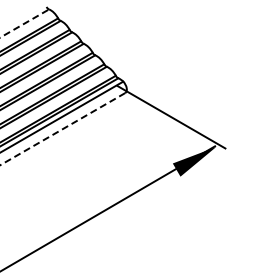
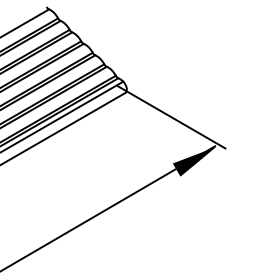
line at (24, 23): dashed -> solid
line at (62, 129): dashed -> solid
